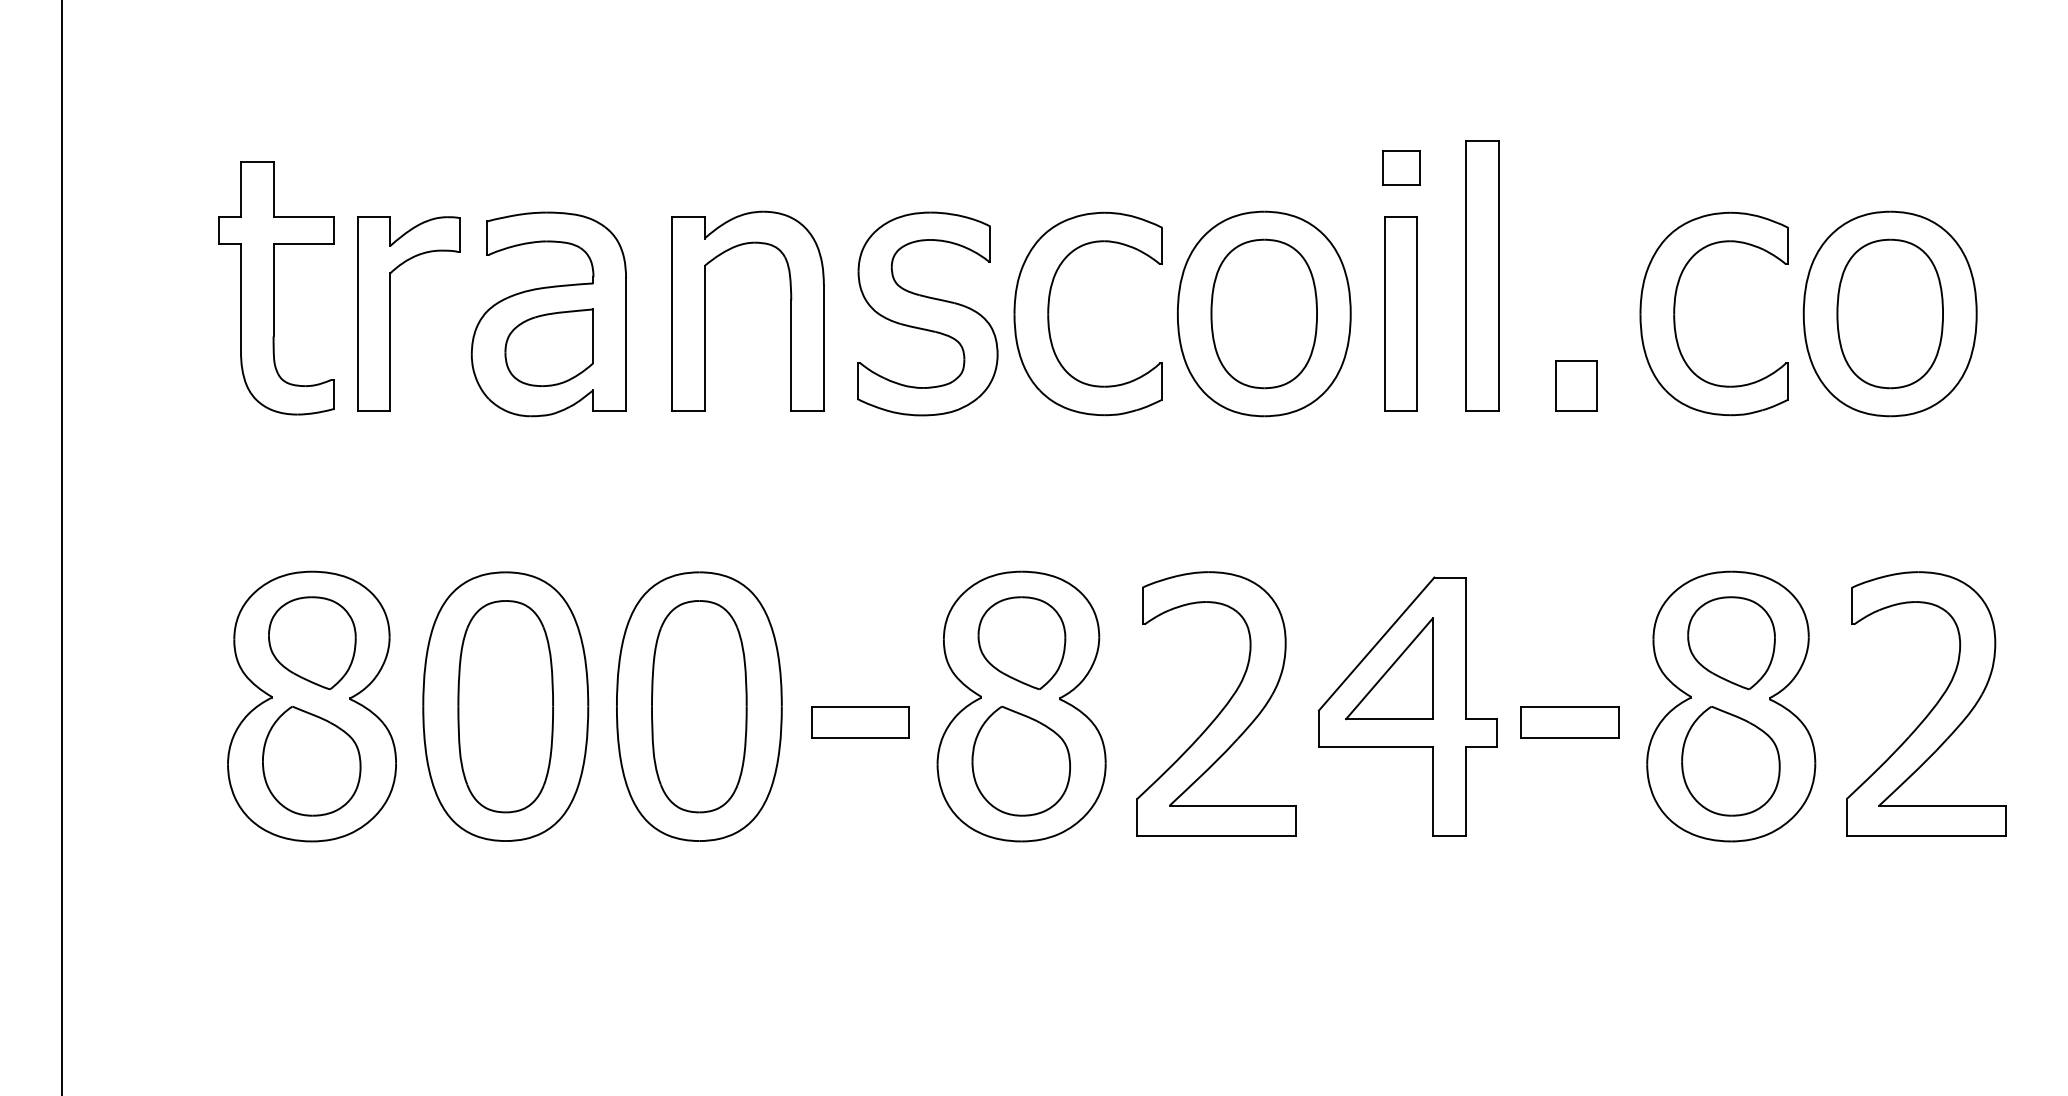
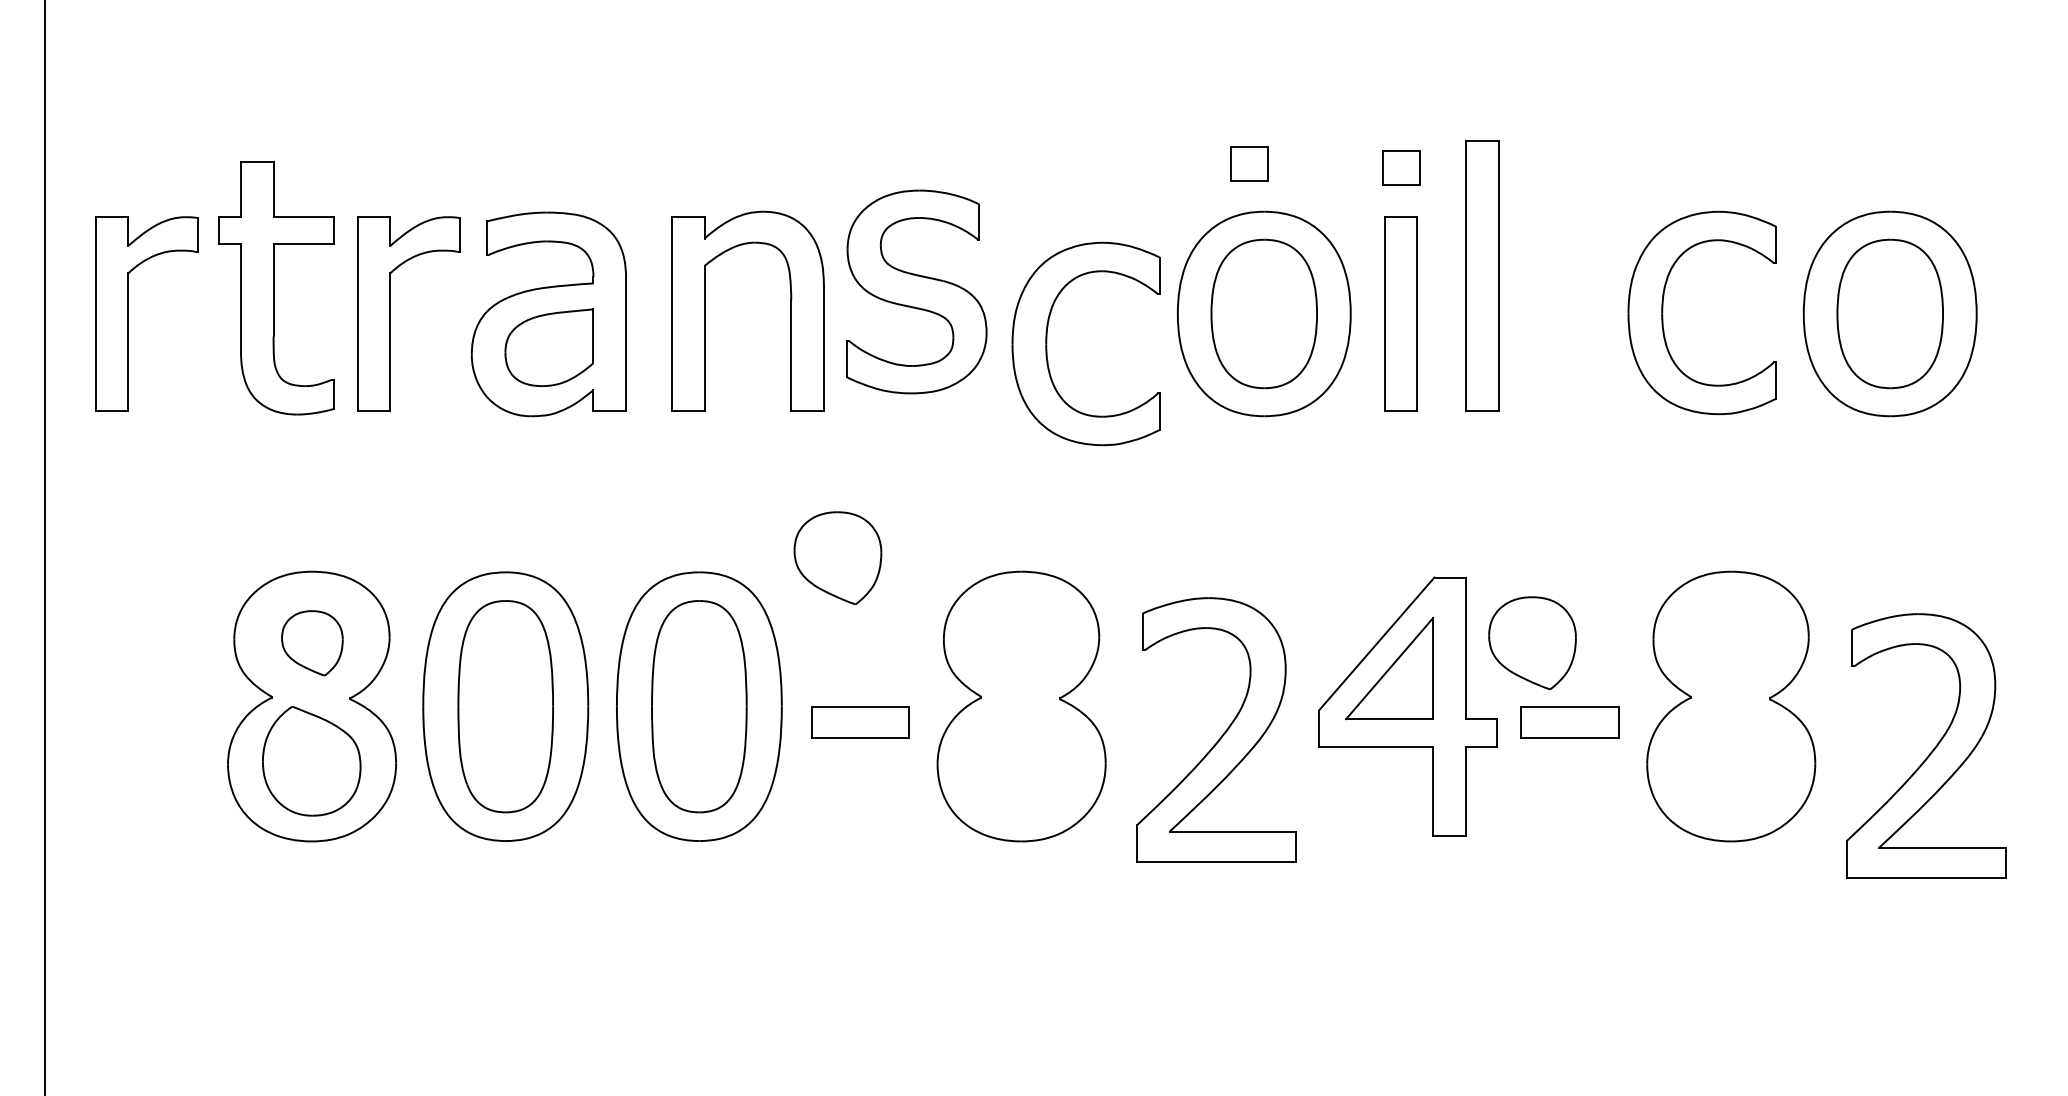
part at (1249, 163): none -> present
part at (128, 313): none -> present
part at (927, 313) position: (927, 313) -> (916, 291)
part at (1049, 313) position: (1049, 313) -> (1047, 343)
part at (1675, 313) position: (1675, 313) -> (1663, 312)
part at (1576, 385): present -> none
line at (62, 547) position: (62, 547) -> (45, 547)
part at (312, 643) size: 89x95 px -> 63x67 px
part at (1021, 643) position: (1021, 643) -> (837, 558)
part at (1731, 643) position: (1731, 643) -> (1532, 643)
part at (1932, 707) position: (1932, 707) -> (1932, 749)
part at (1222, 708) position: (1222, 708) -> (1222, 734)
part at (1020, 760): present -> none
part at (1730, 761): present -> none
